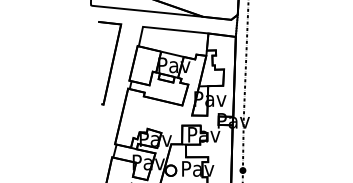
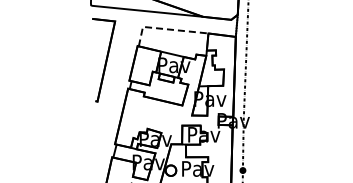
line at (165, 29): solid -> dashed
part at (110, 63) position: (110, 63) -> (104, 60)
